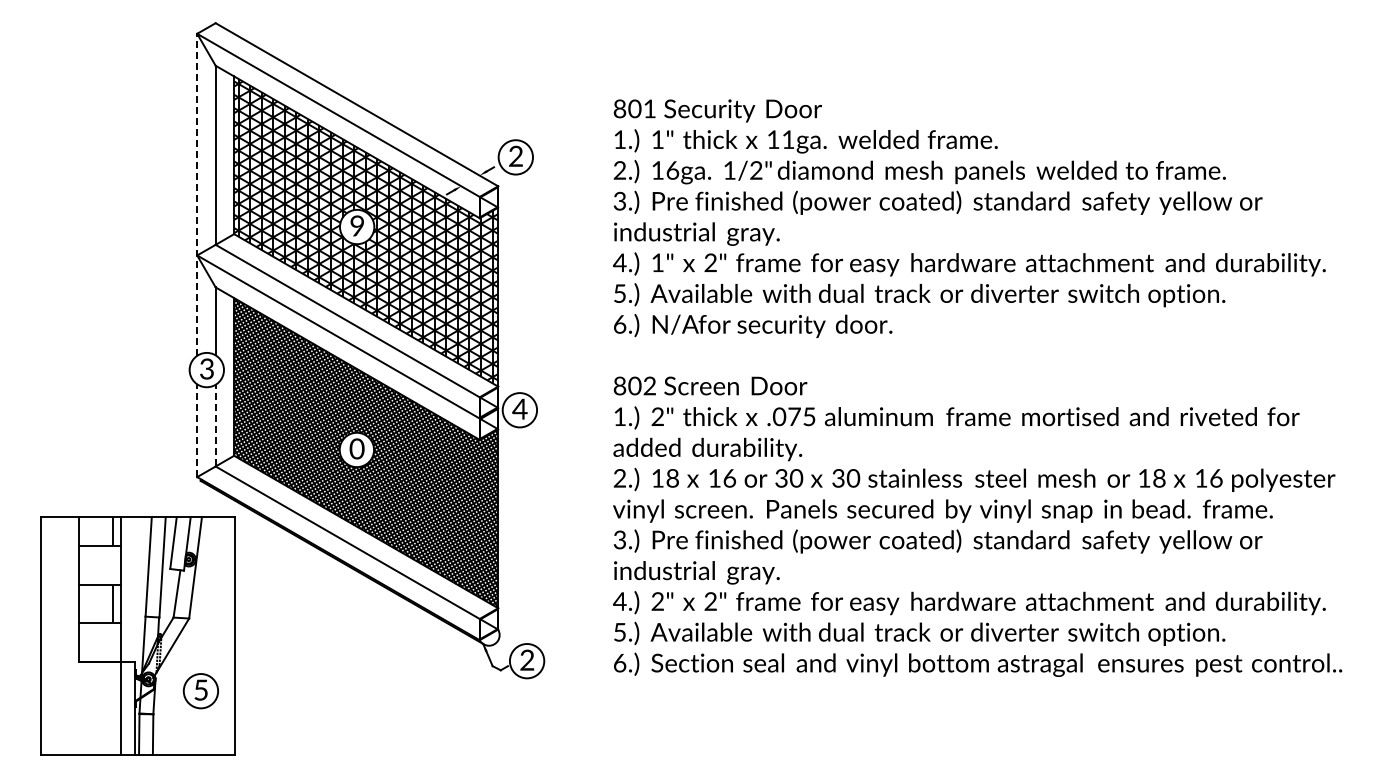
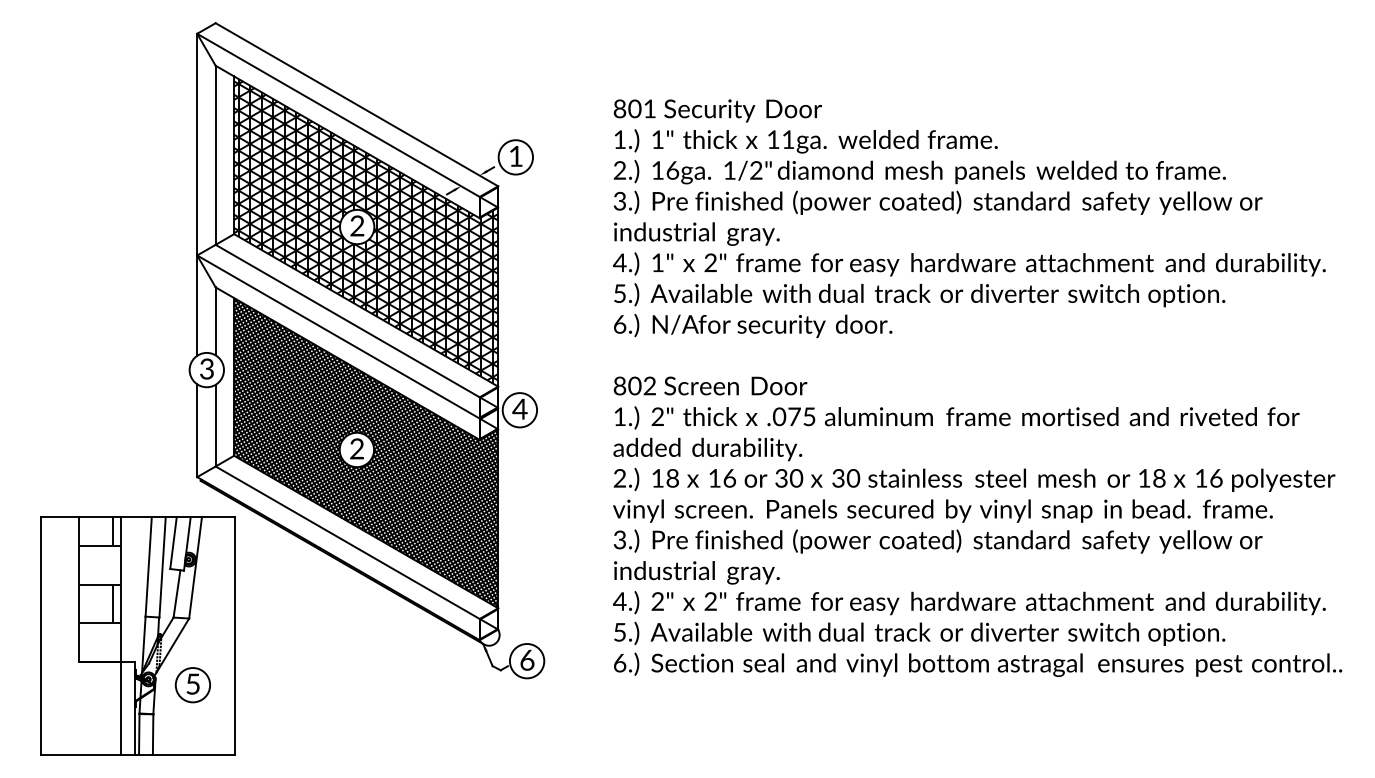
text at (515, 155): 2 -> 1
line at (197, 194): dashed -> solid
text at (357, 226): 9 -> 2
line at (215, 425): dashed -> solid
line at (197, 430): dashed -> solid
text at (356, 448): 0 -> 2
text at (527, 659): 2 -> 6
part at (200, 691) position: (200, 691) -> (192, 685)
